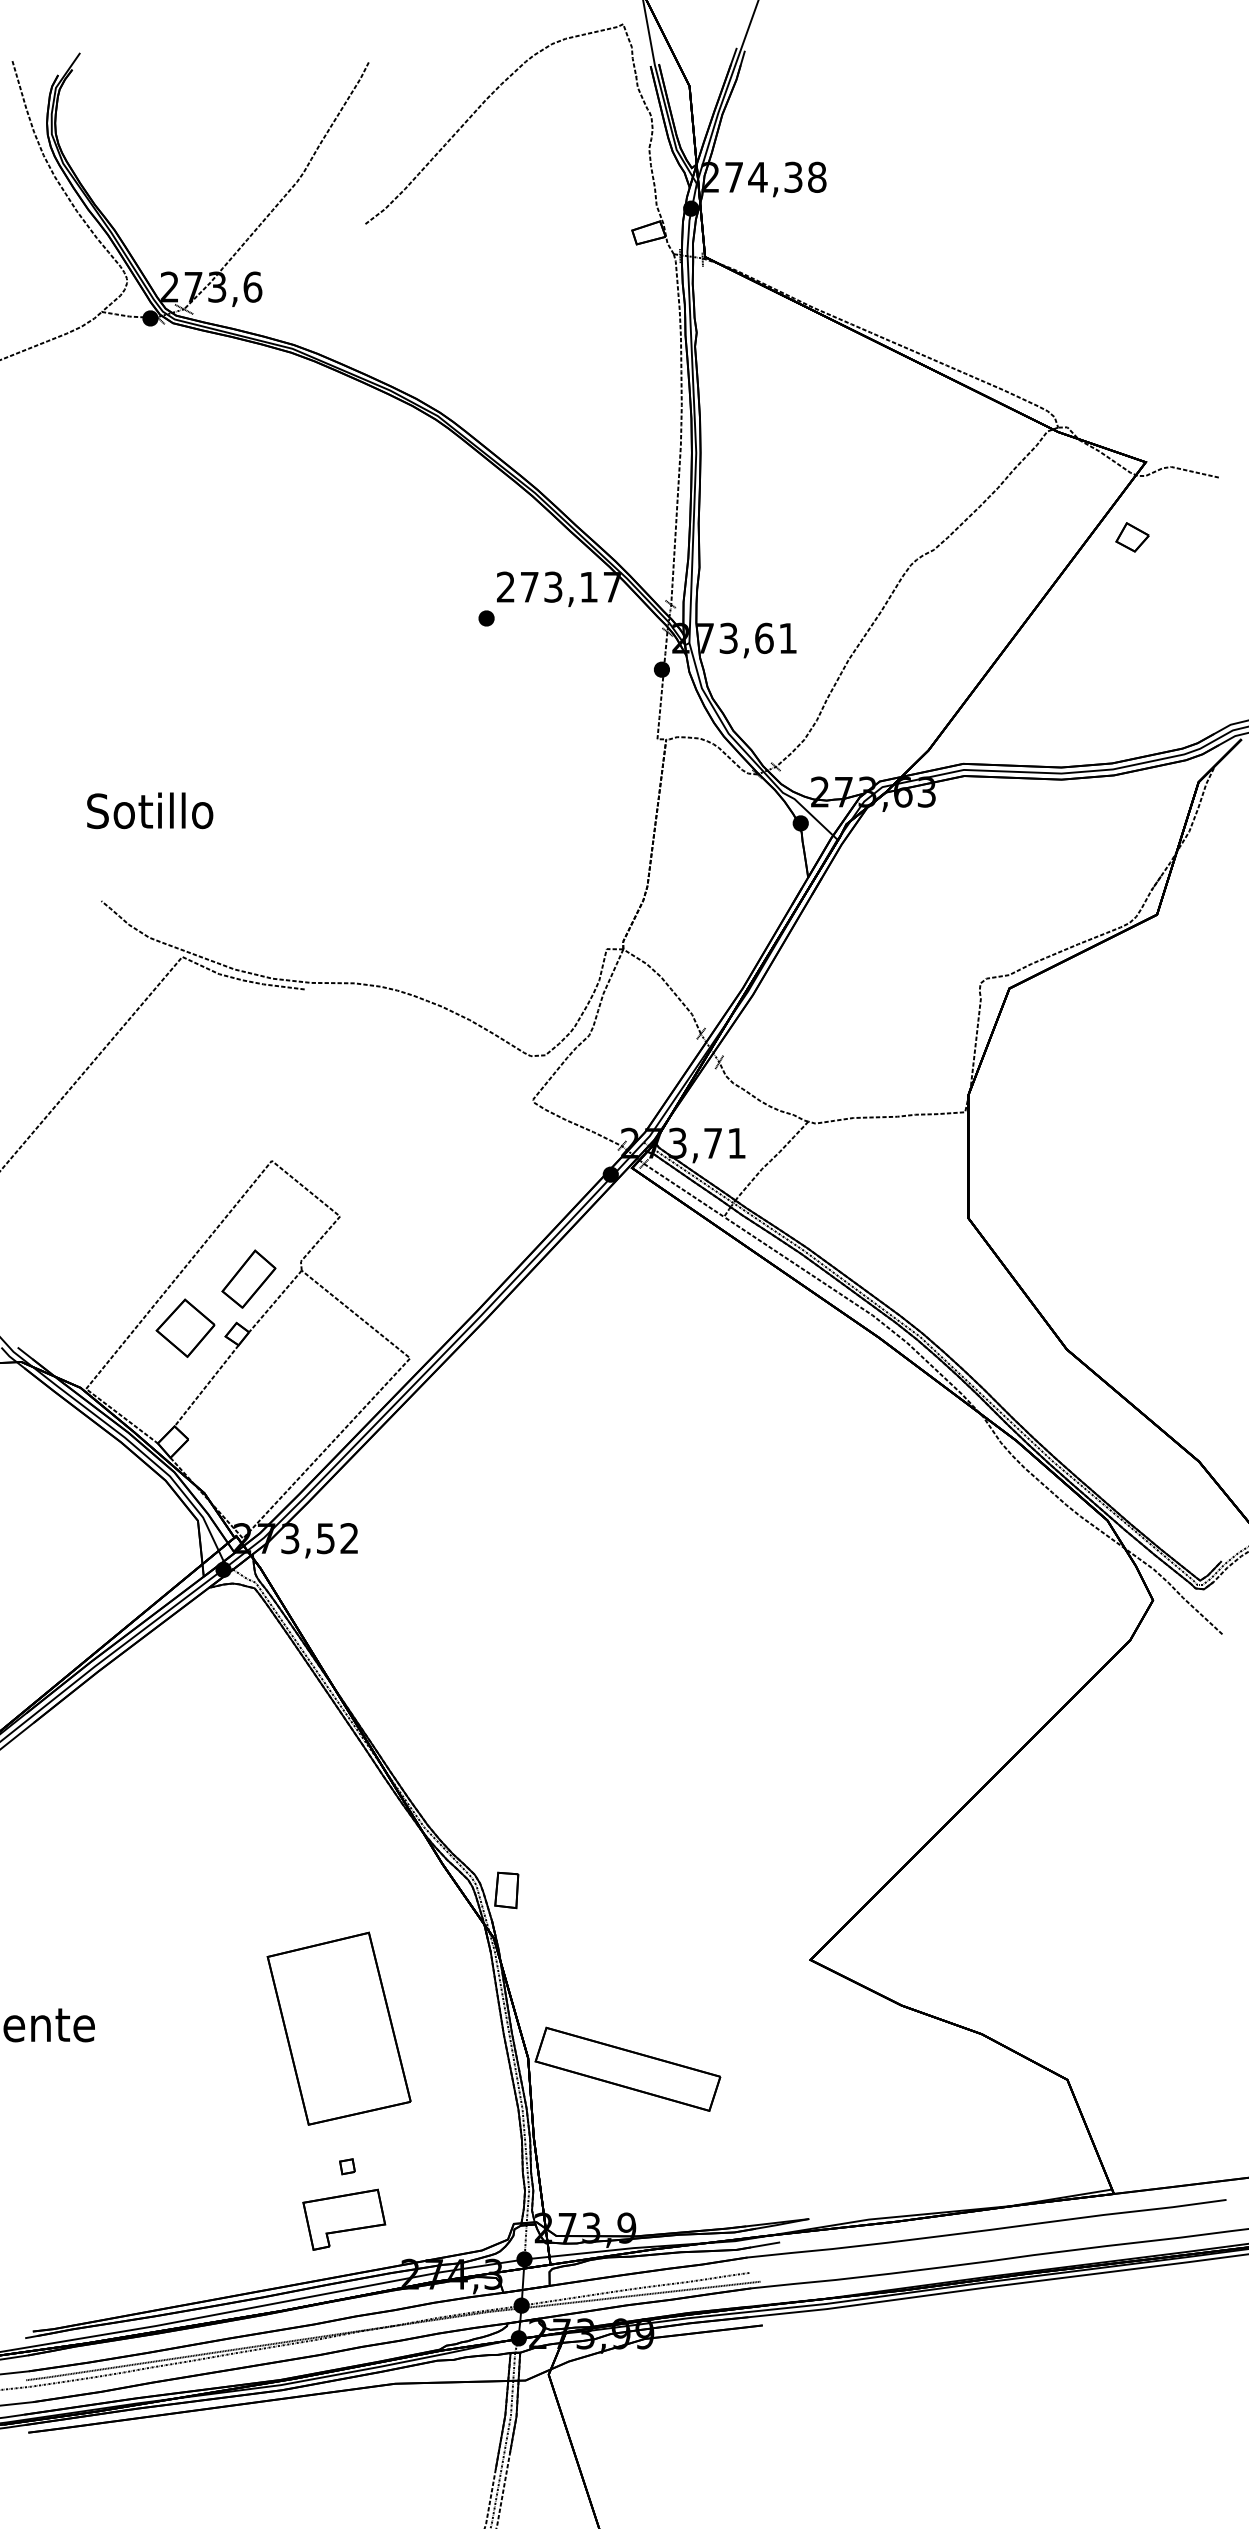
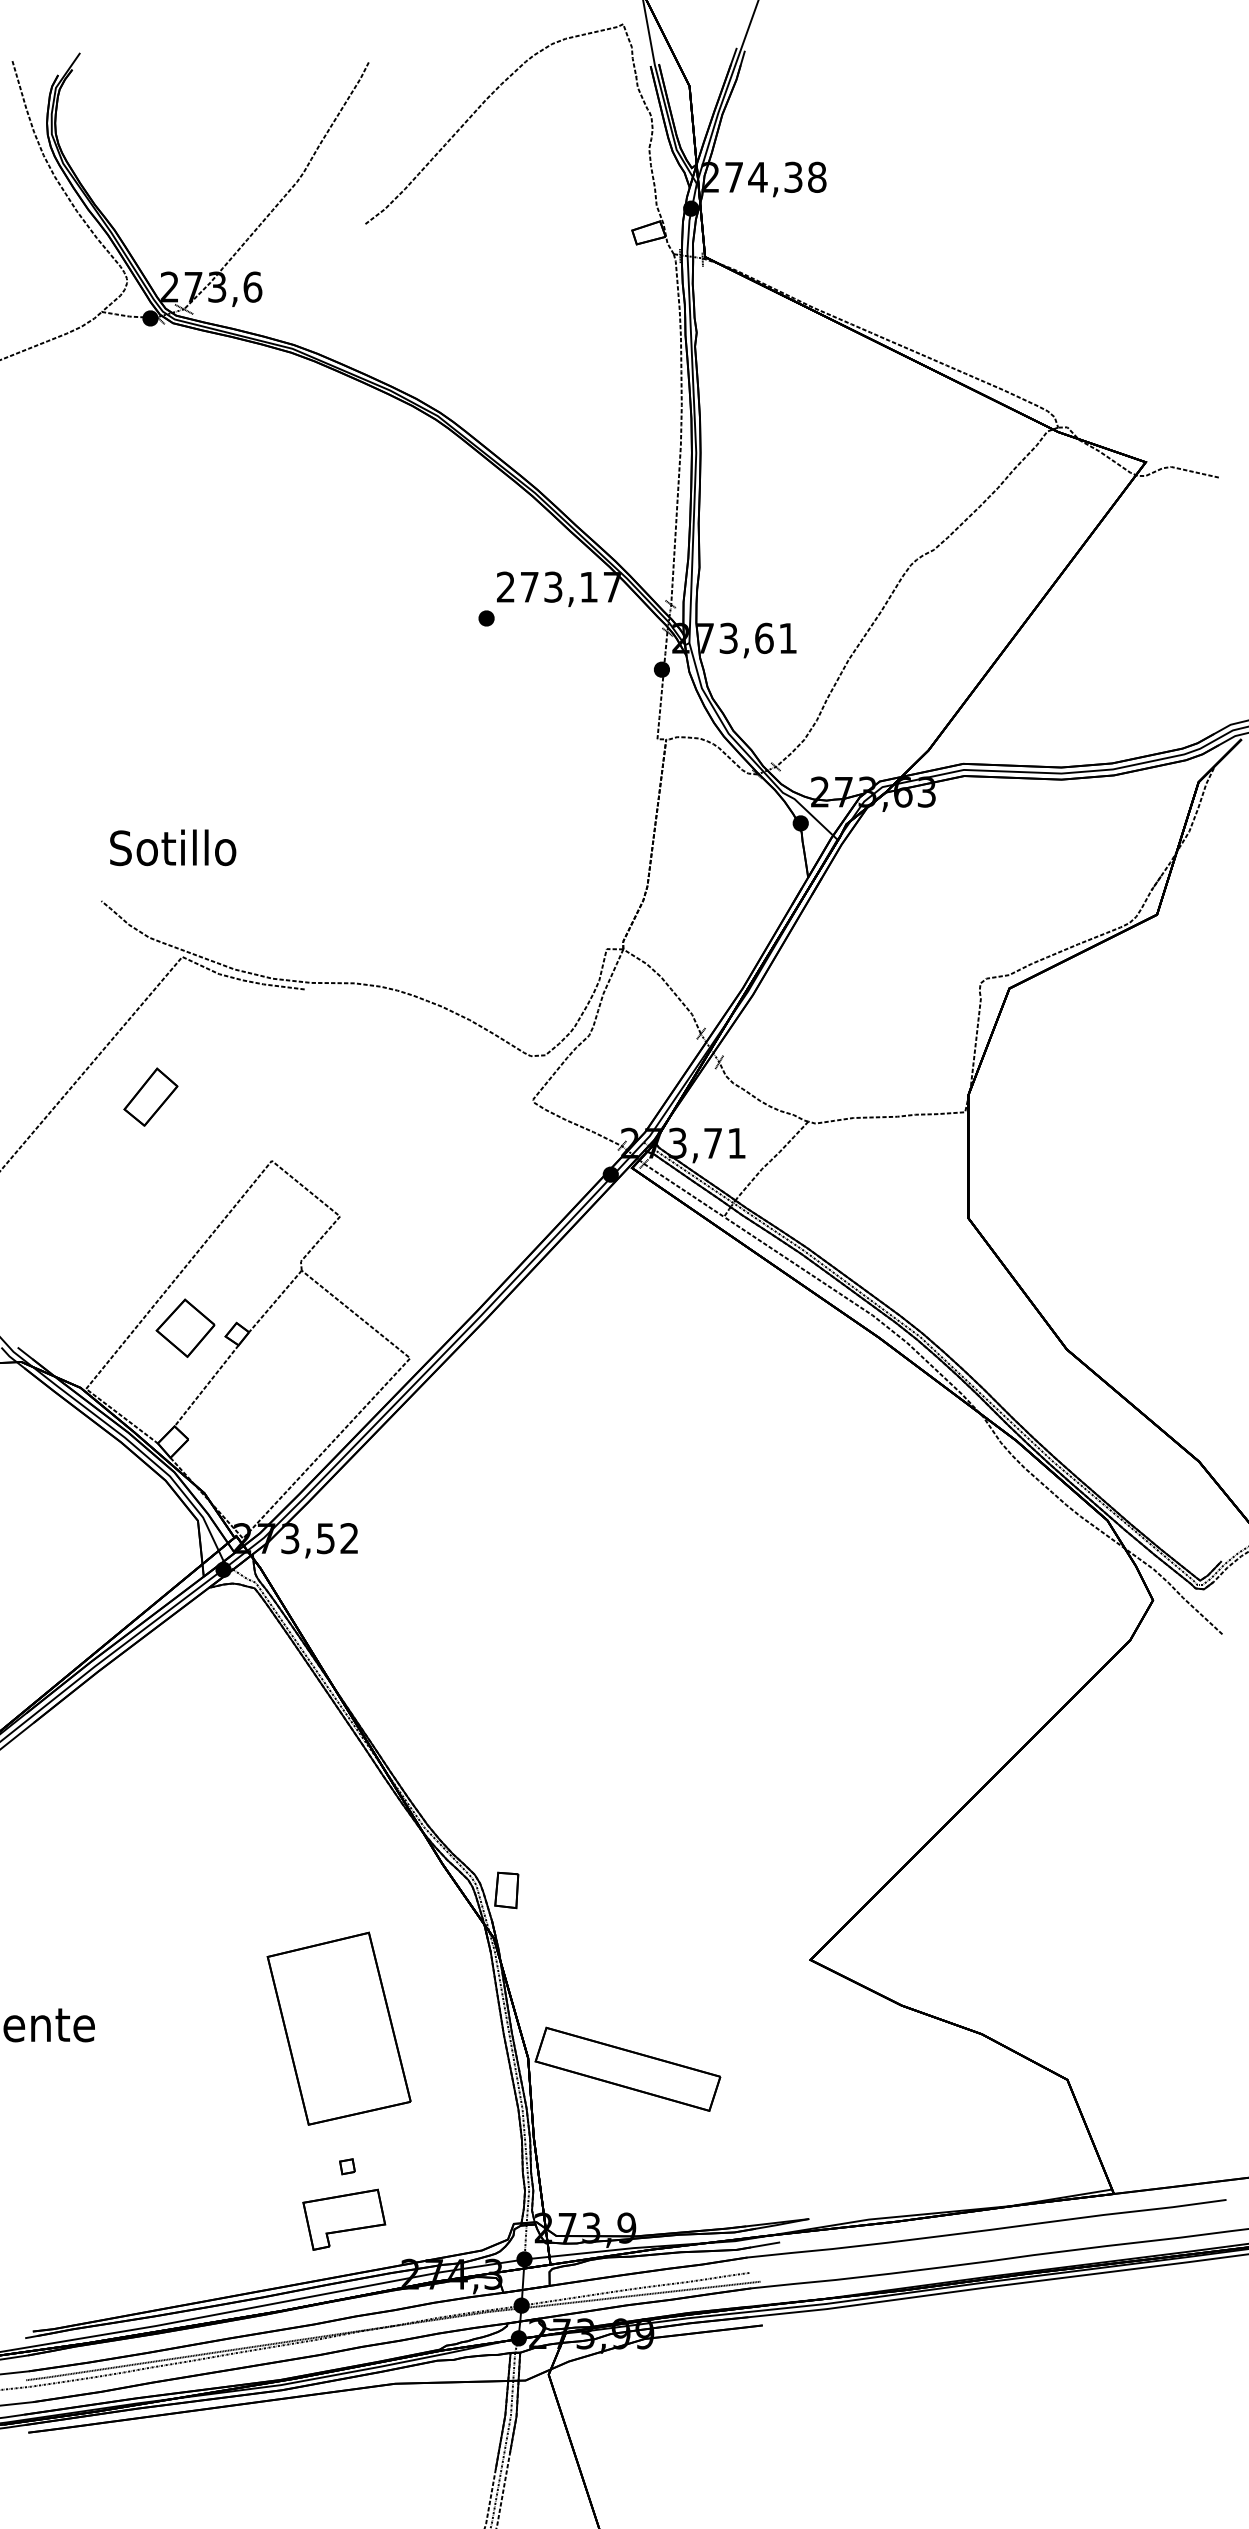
part at (1132, 537): present -> none
text at (150, 810) position: (150, 810) -> (173, 847)
part at (248, 1278) position: (248, 1278) -> (150, 1096)
